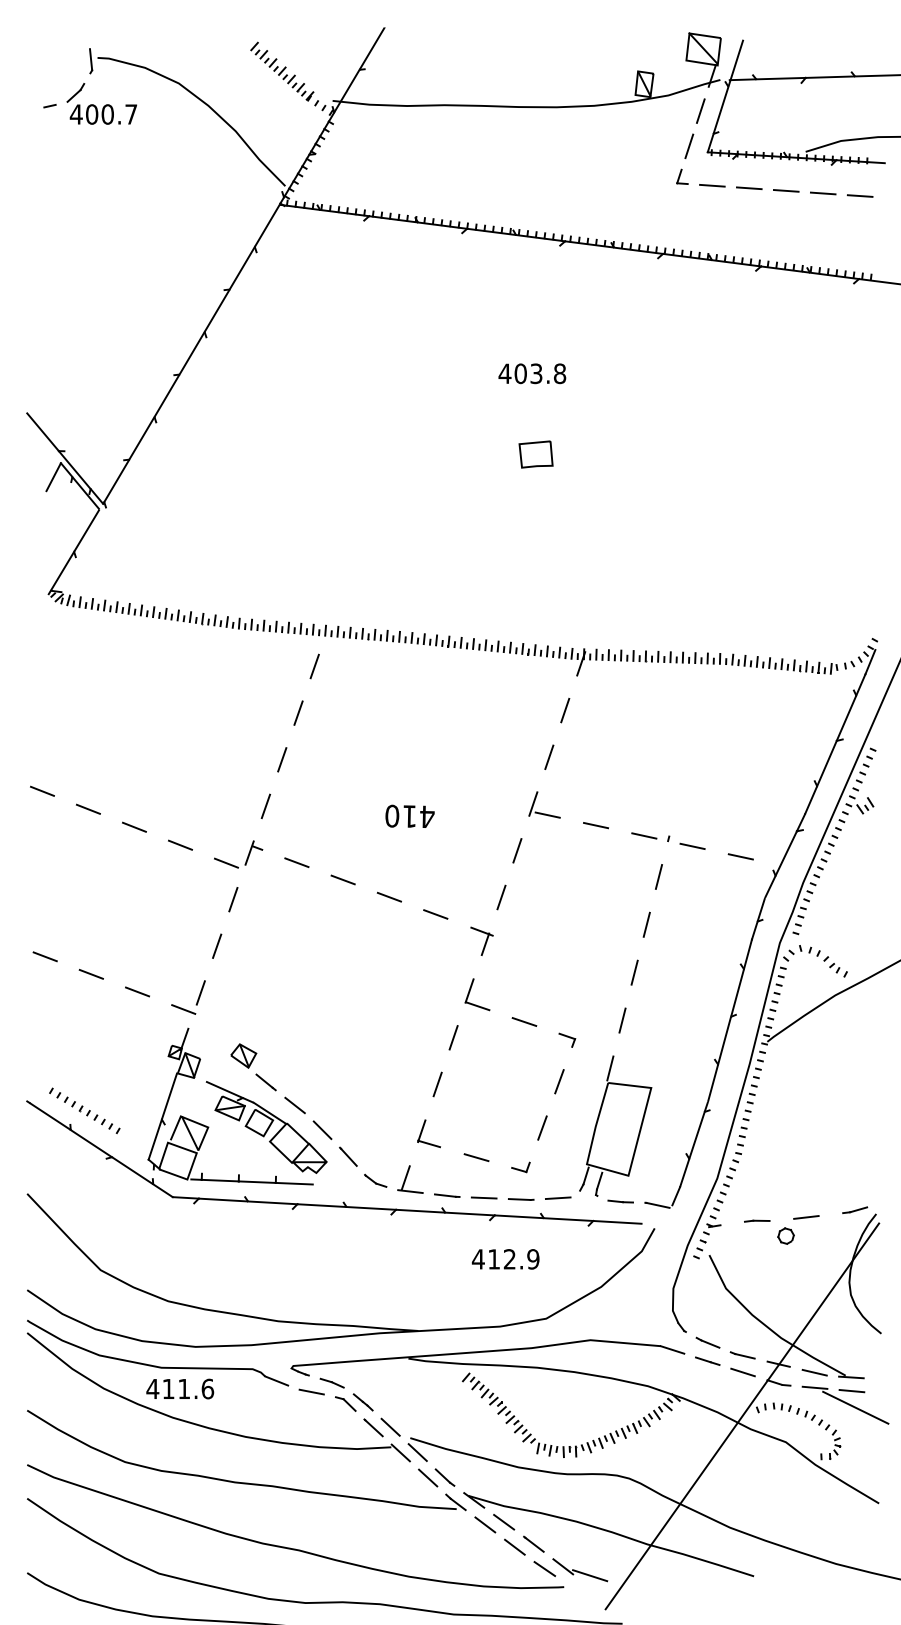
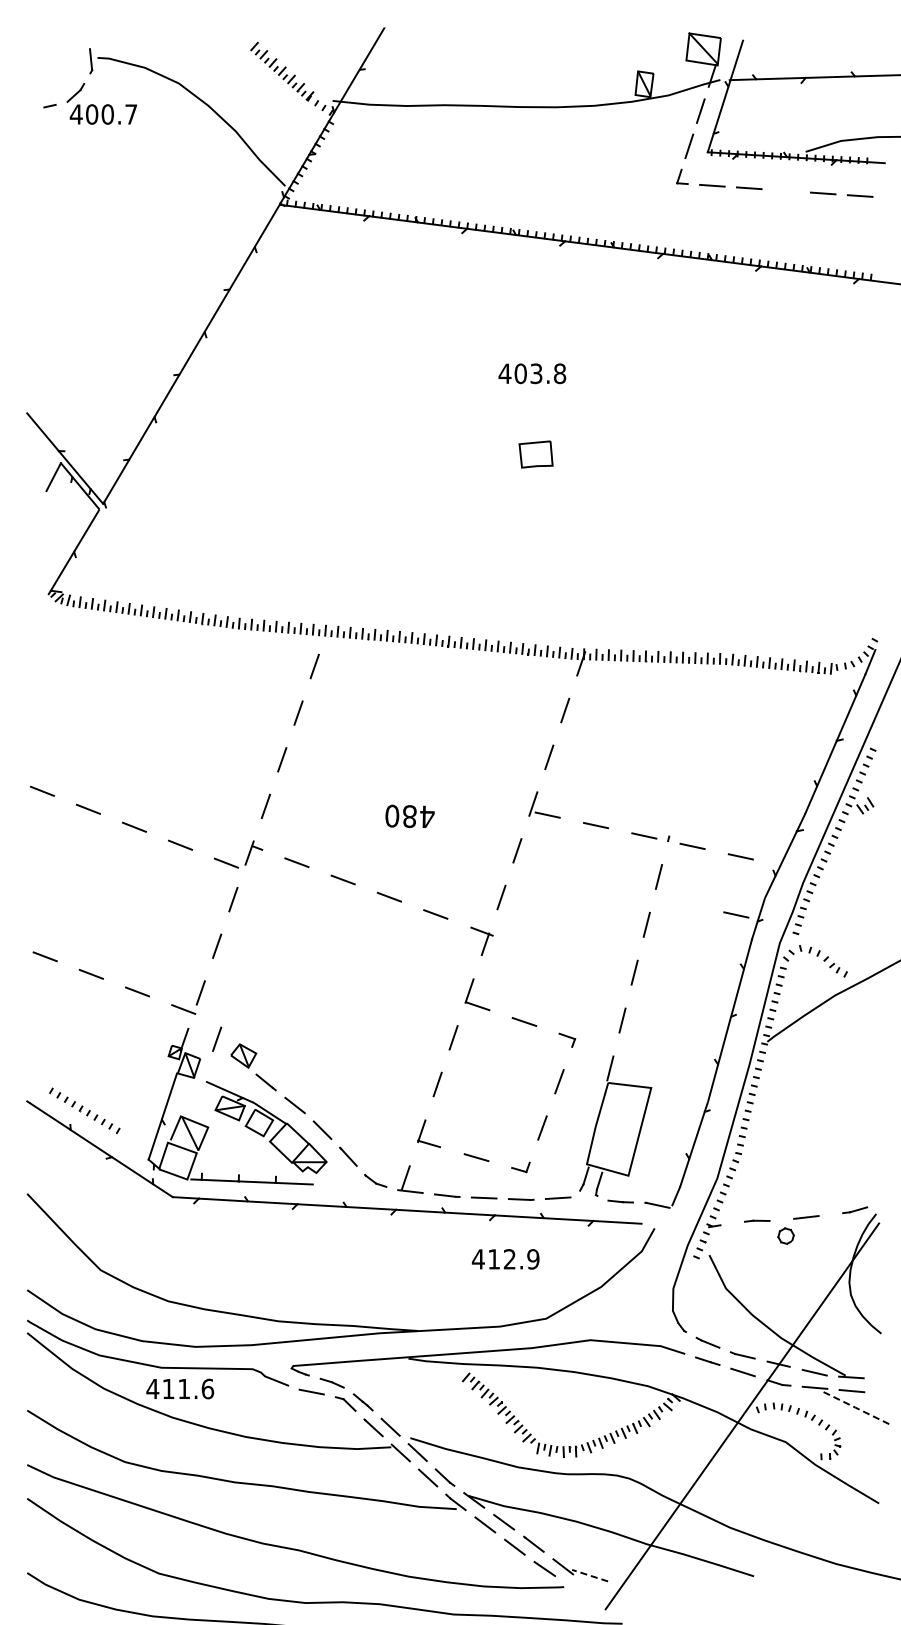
line at (785, 190): present -> none
text at (409, 816): 410 -> 480
line at (736, 914): none -> present
line at (217, 1038): none -> present
line at (855, 1407): solid -> dashed
line at (590, 1575): solid -> dashed
